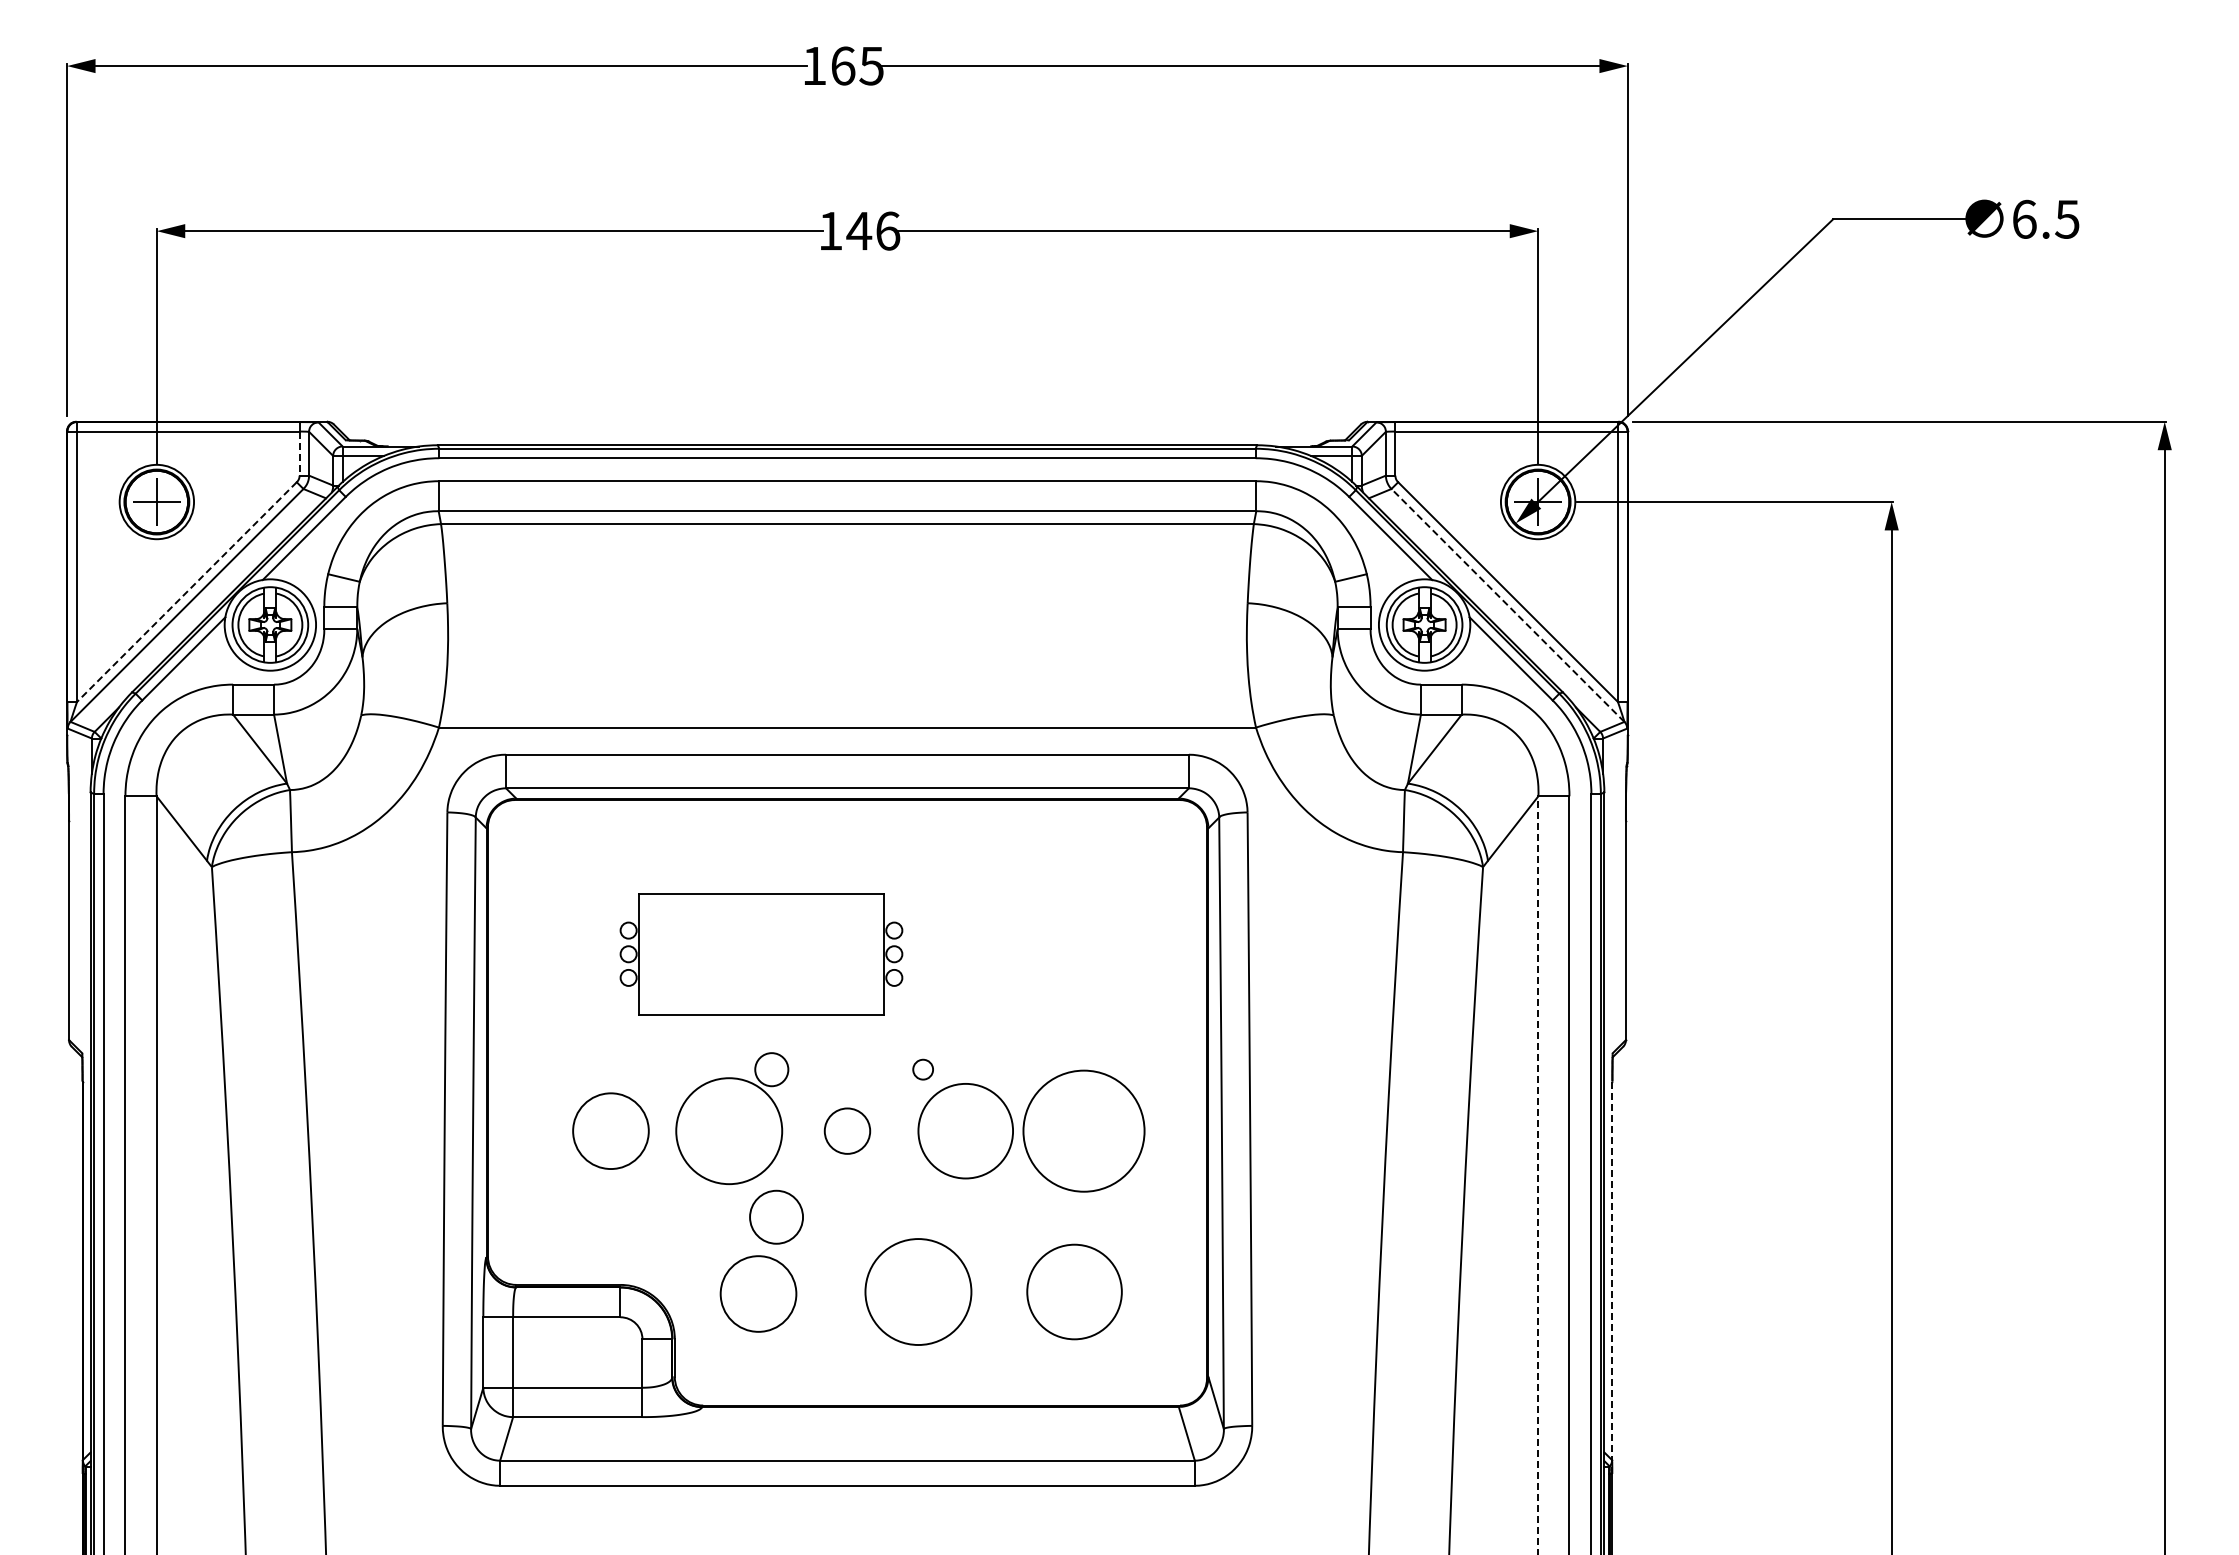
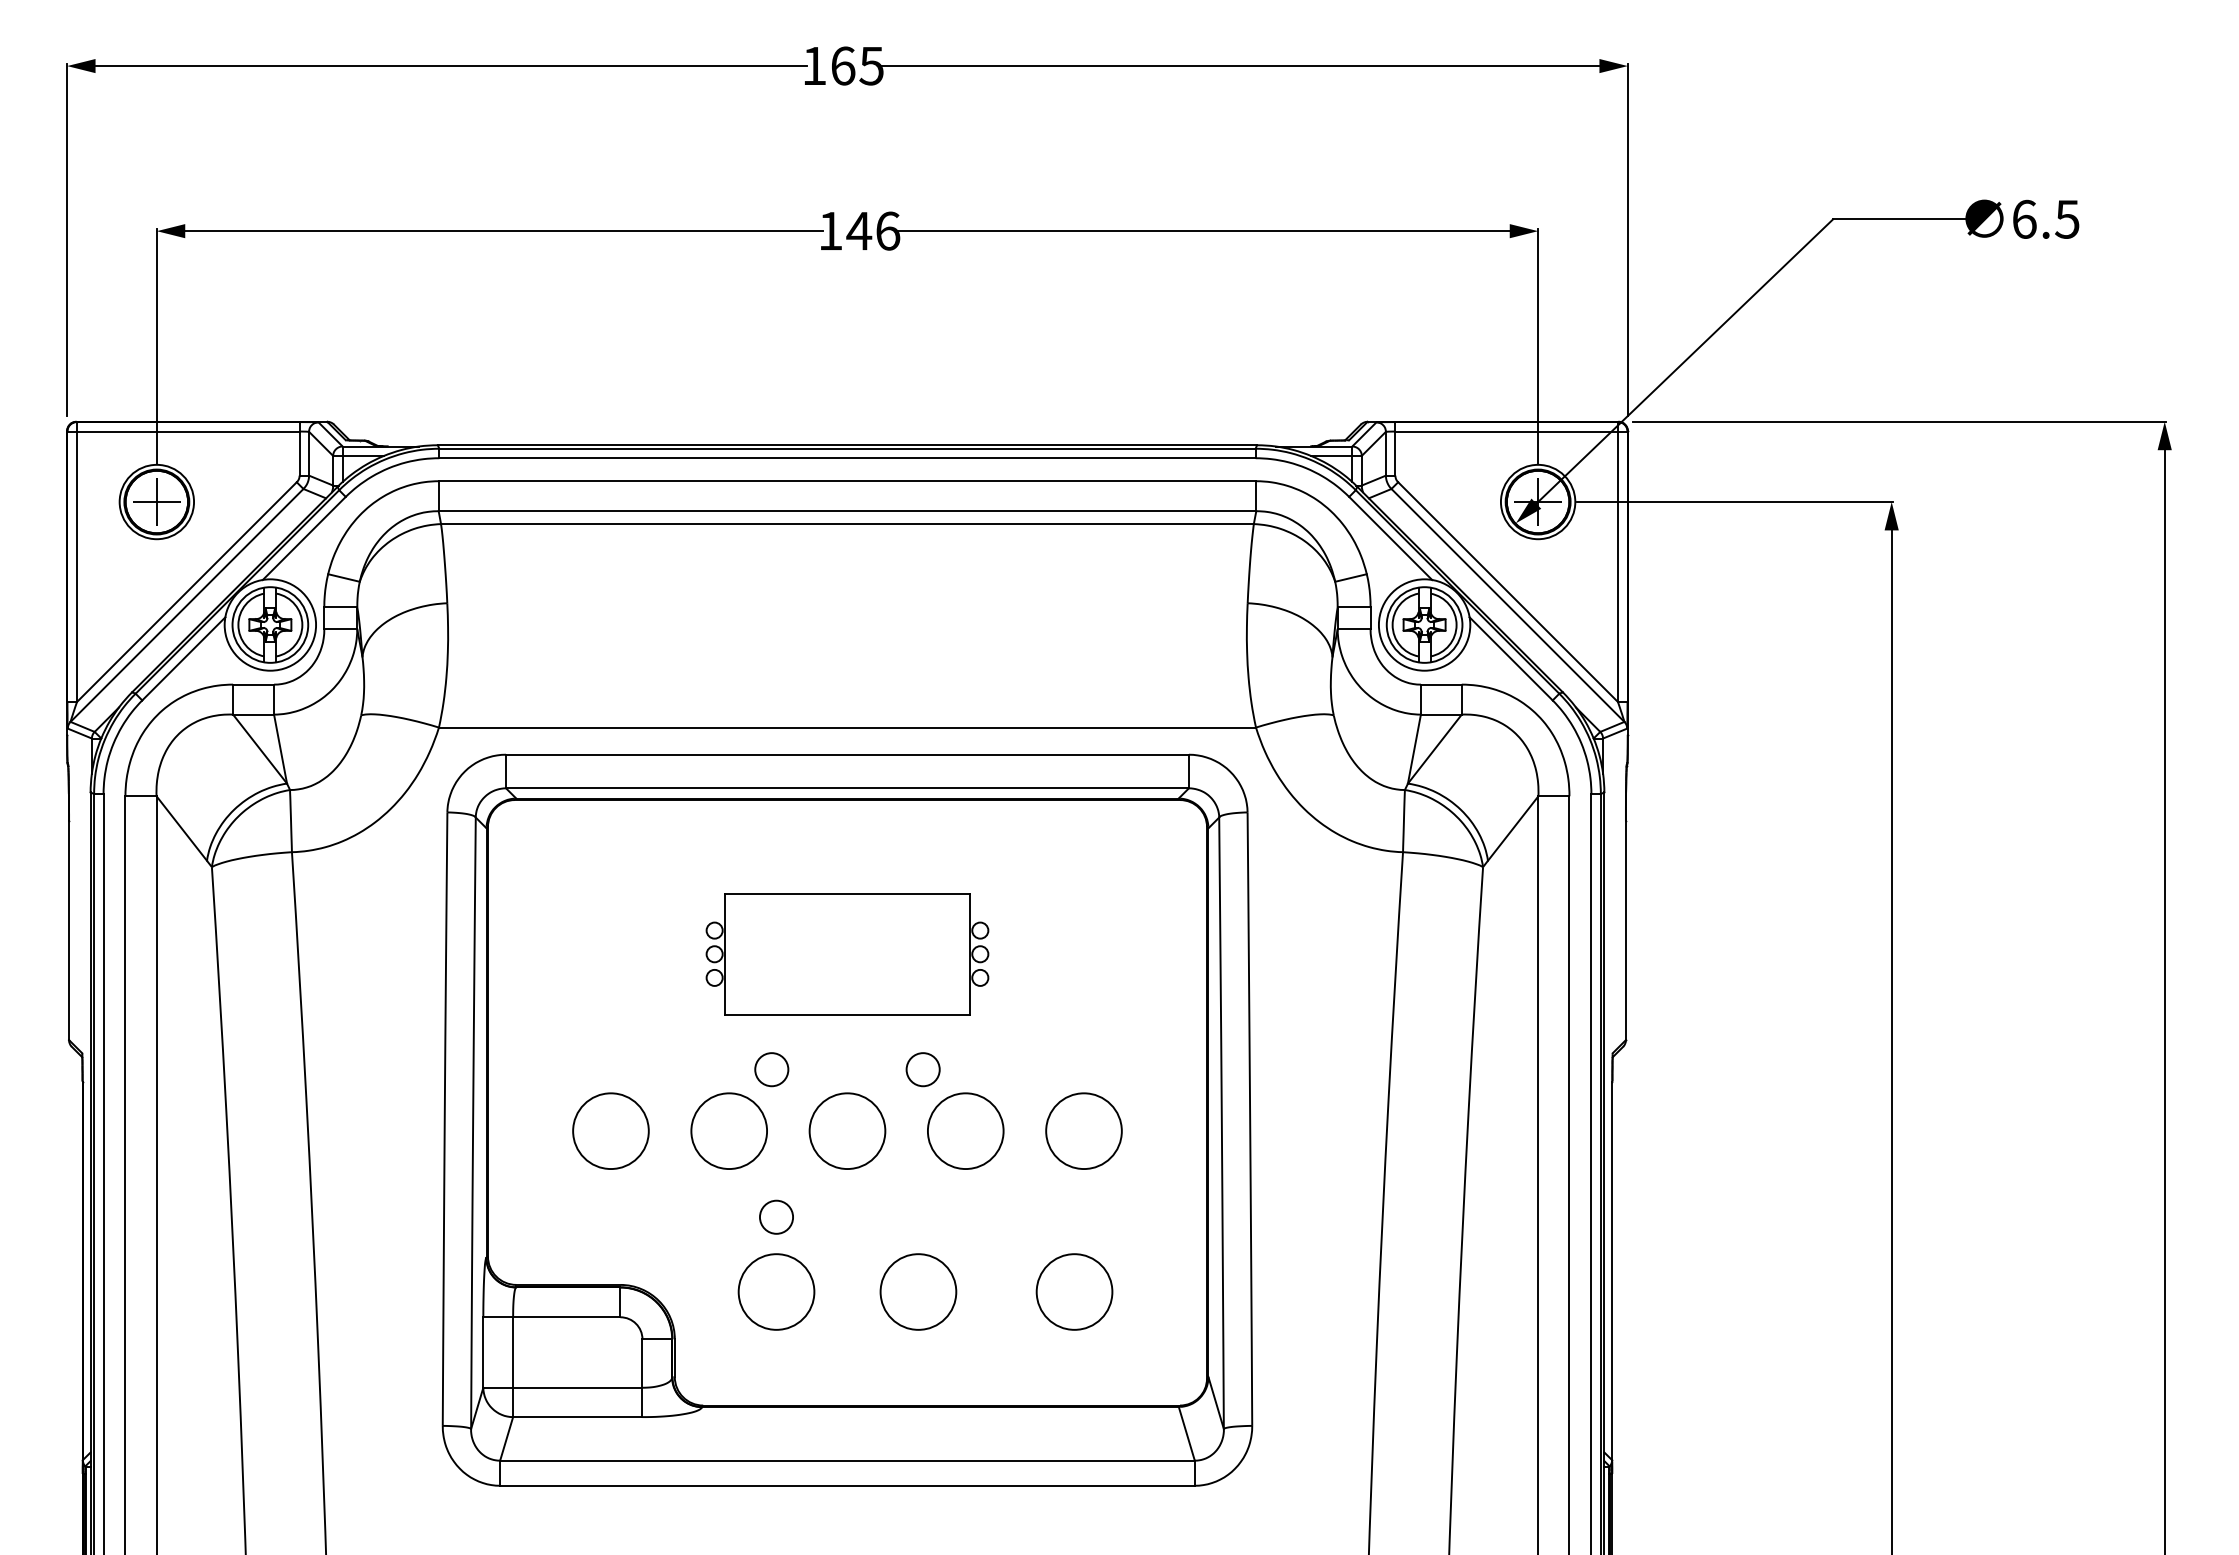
line at (299, 454): dashed -> solid
line at (186, 592): dashed -> solid
line at (1507, 605): dashed -> solid
part at (761, 954) position: (761, 954) -> (847, 954)
circle at (923, 1069) diameter: 20 px -> 33 px
circle at (847, 1130) diameter: 45 px -> 76 px
circle at (965, 1130) diameter: 95 px -> 76 px
circle at (1083, 1130) diameter: 121 px -> 76 px
circle at (729, 1131) diameter: 106 px -> 76 px
line at (1538, 1175): dashed -> solid
circle at (776, 1216) diameter: 53 px -> 33 px
line at (1612, 1277): dashed -> solid
circle at (1074, 1291) size: 97x98 px -> 79x78 px
circle at (918, 1292) diameter: 106 px -> 76 px
circle at (758, 1293) position: (758, 1293) -> (776, 1291)
